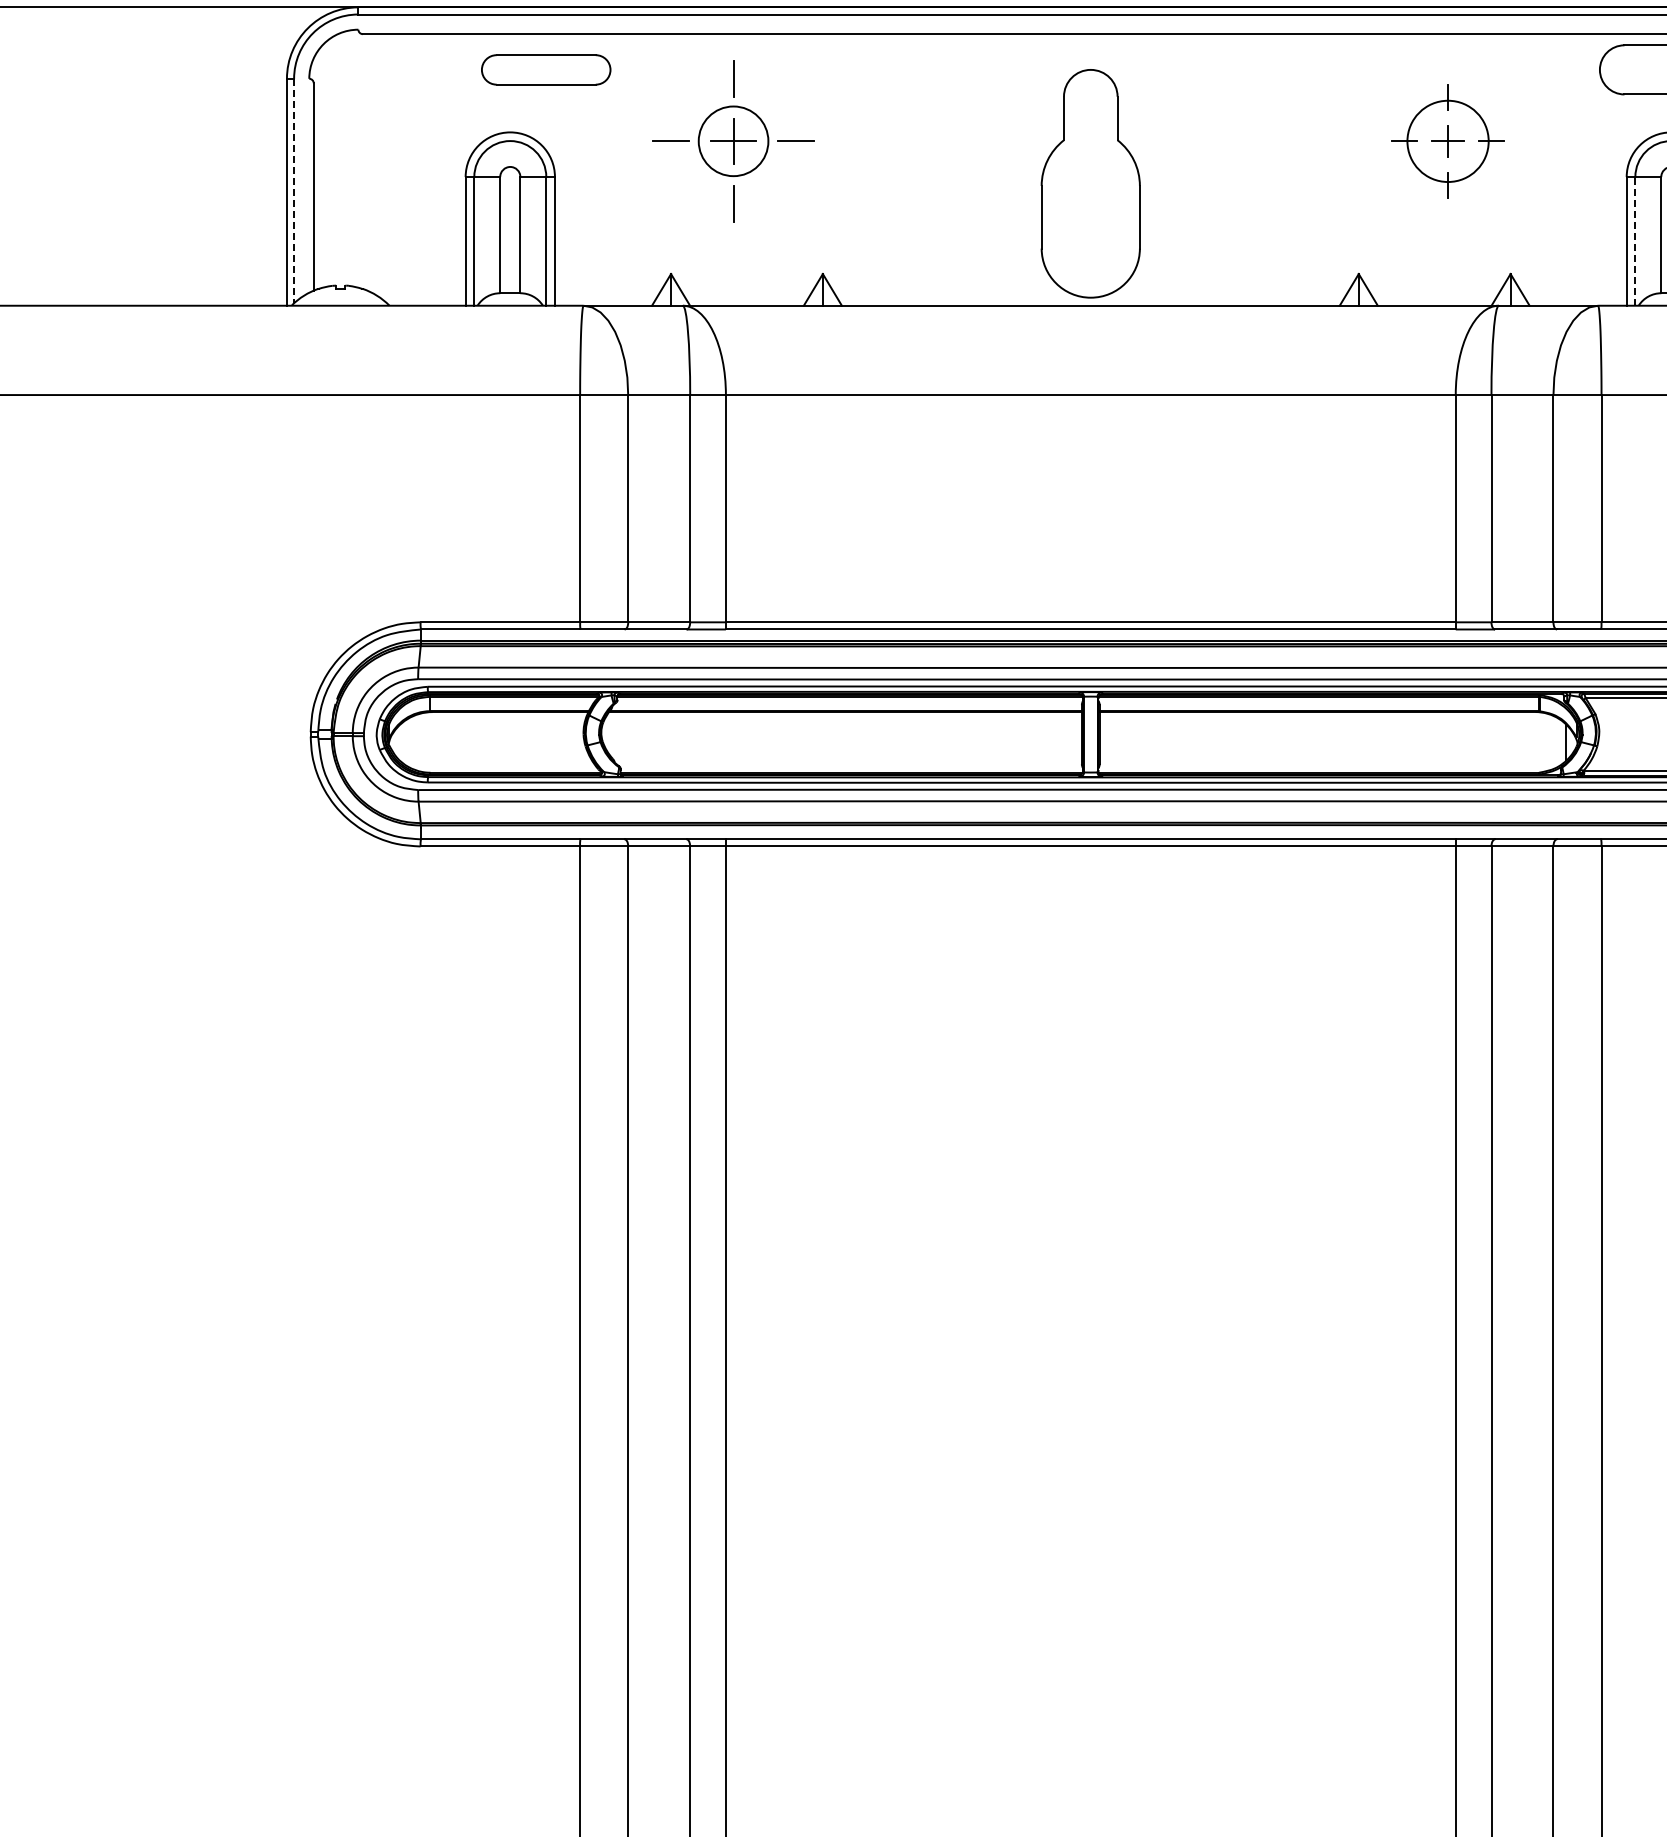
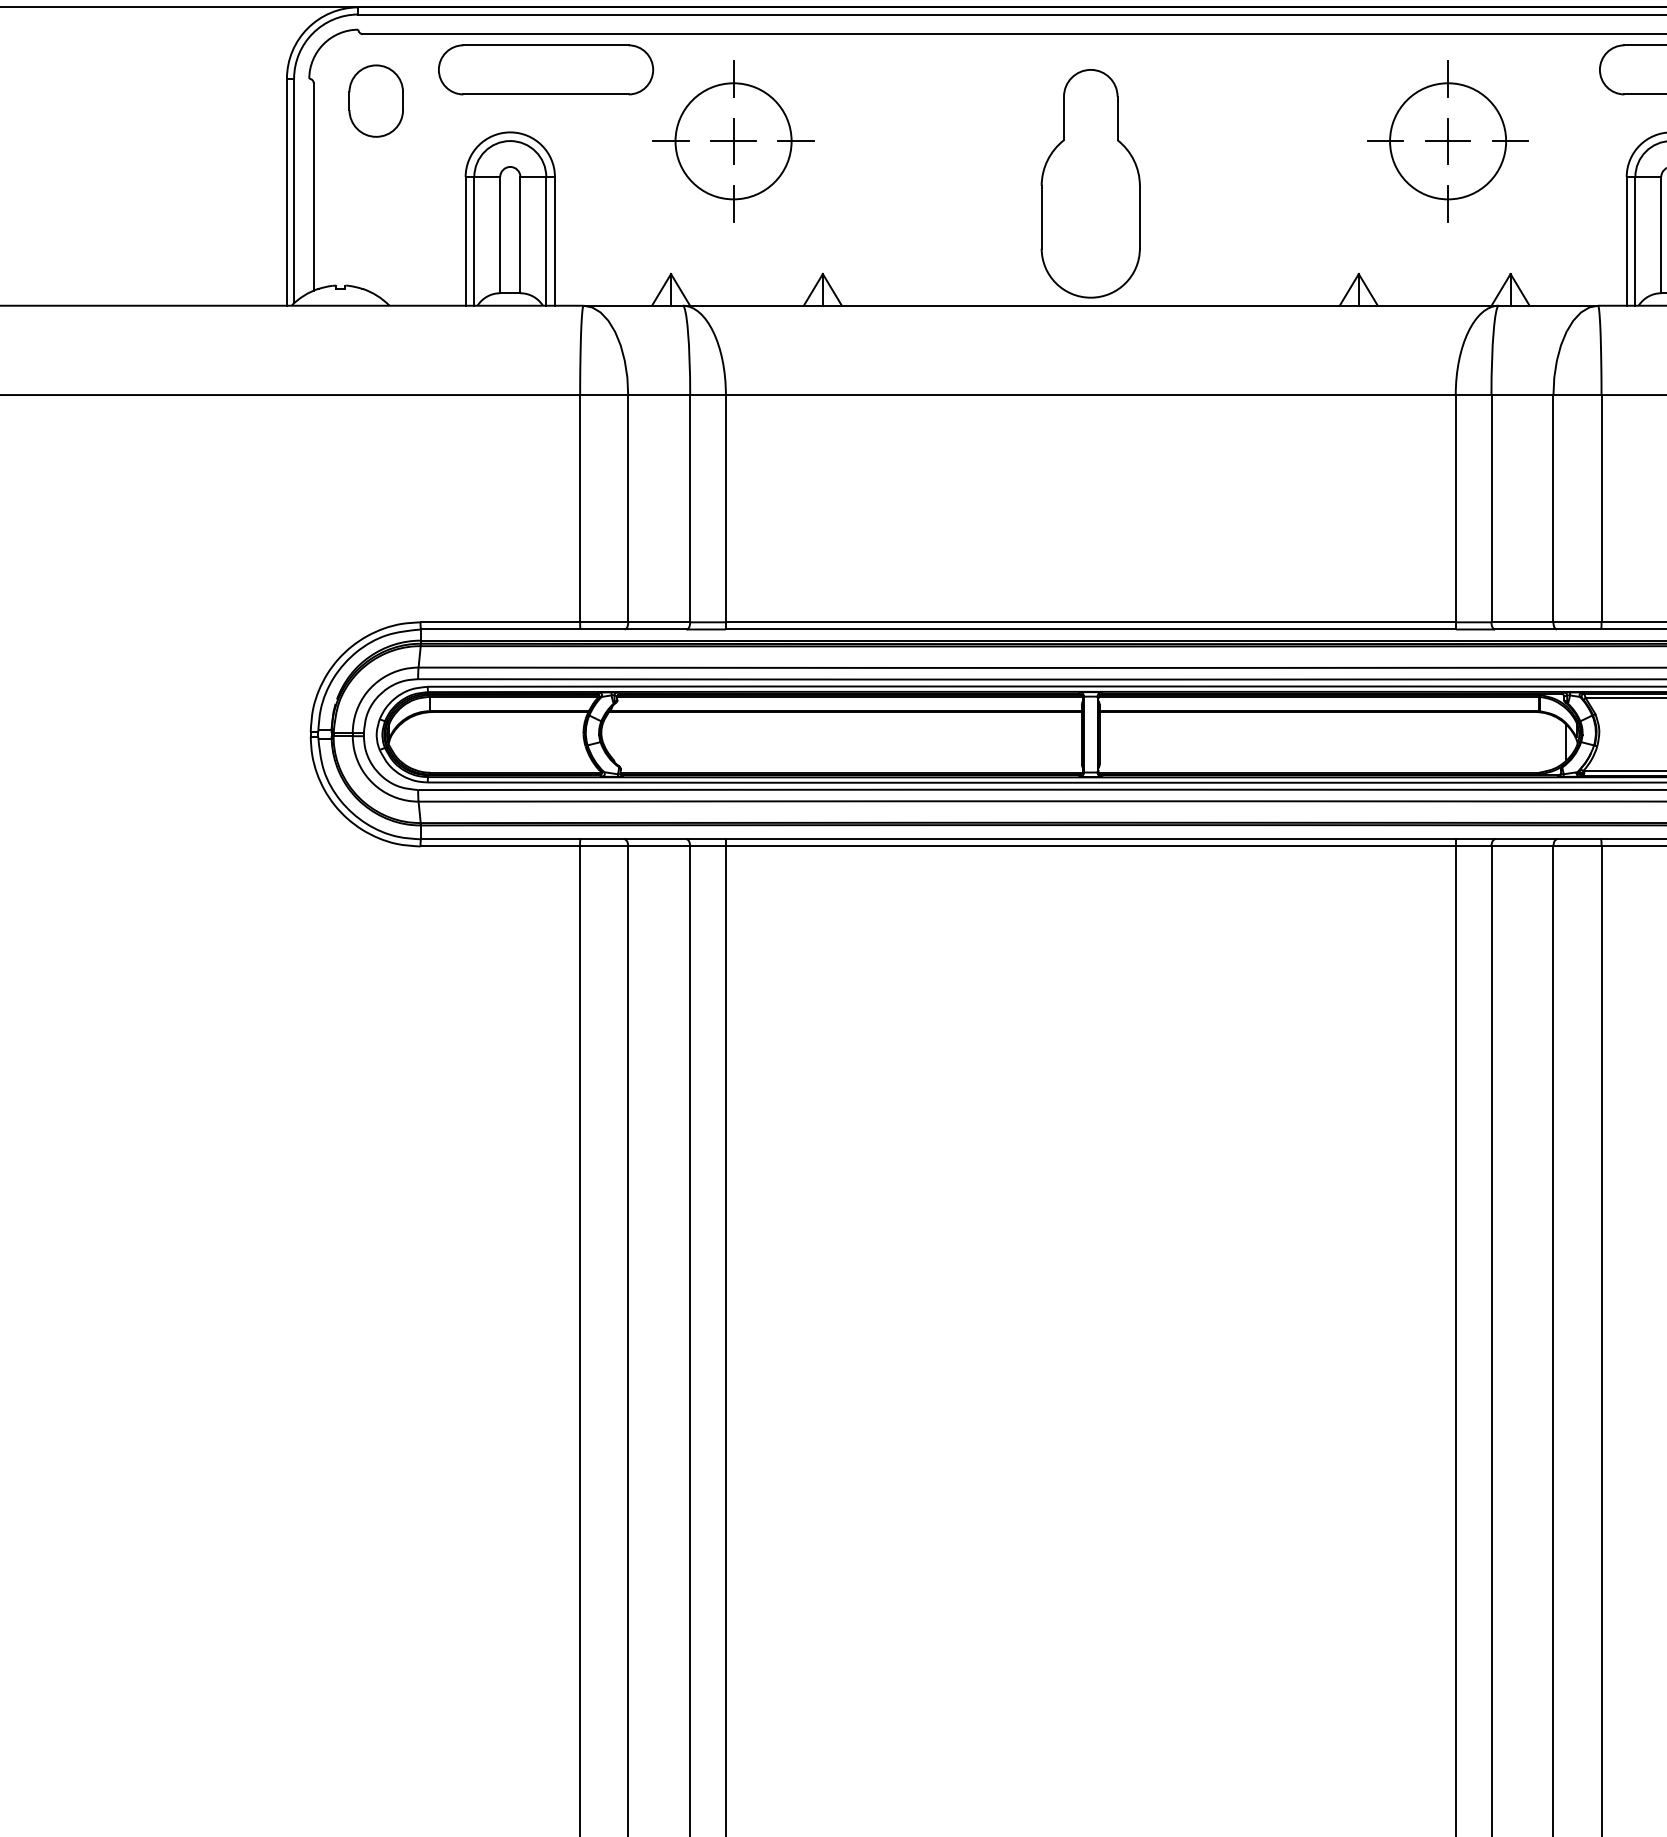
part at (546, 69) size: 131x32 px -> 217x52 px
part at (375, 100): none -> present
circle at (733, 141) diameter: 70 px -> 116 px
part at (1447, 141) size: 114x115 px -> 162x163 px
line at (294, 191): dashed -> solid
line at (1635, 240): dashed -> solid
